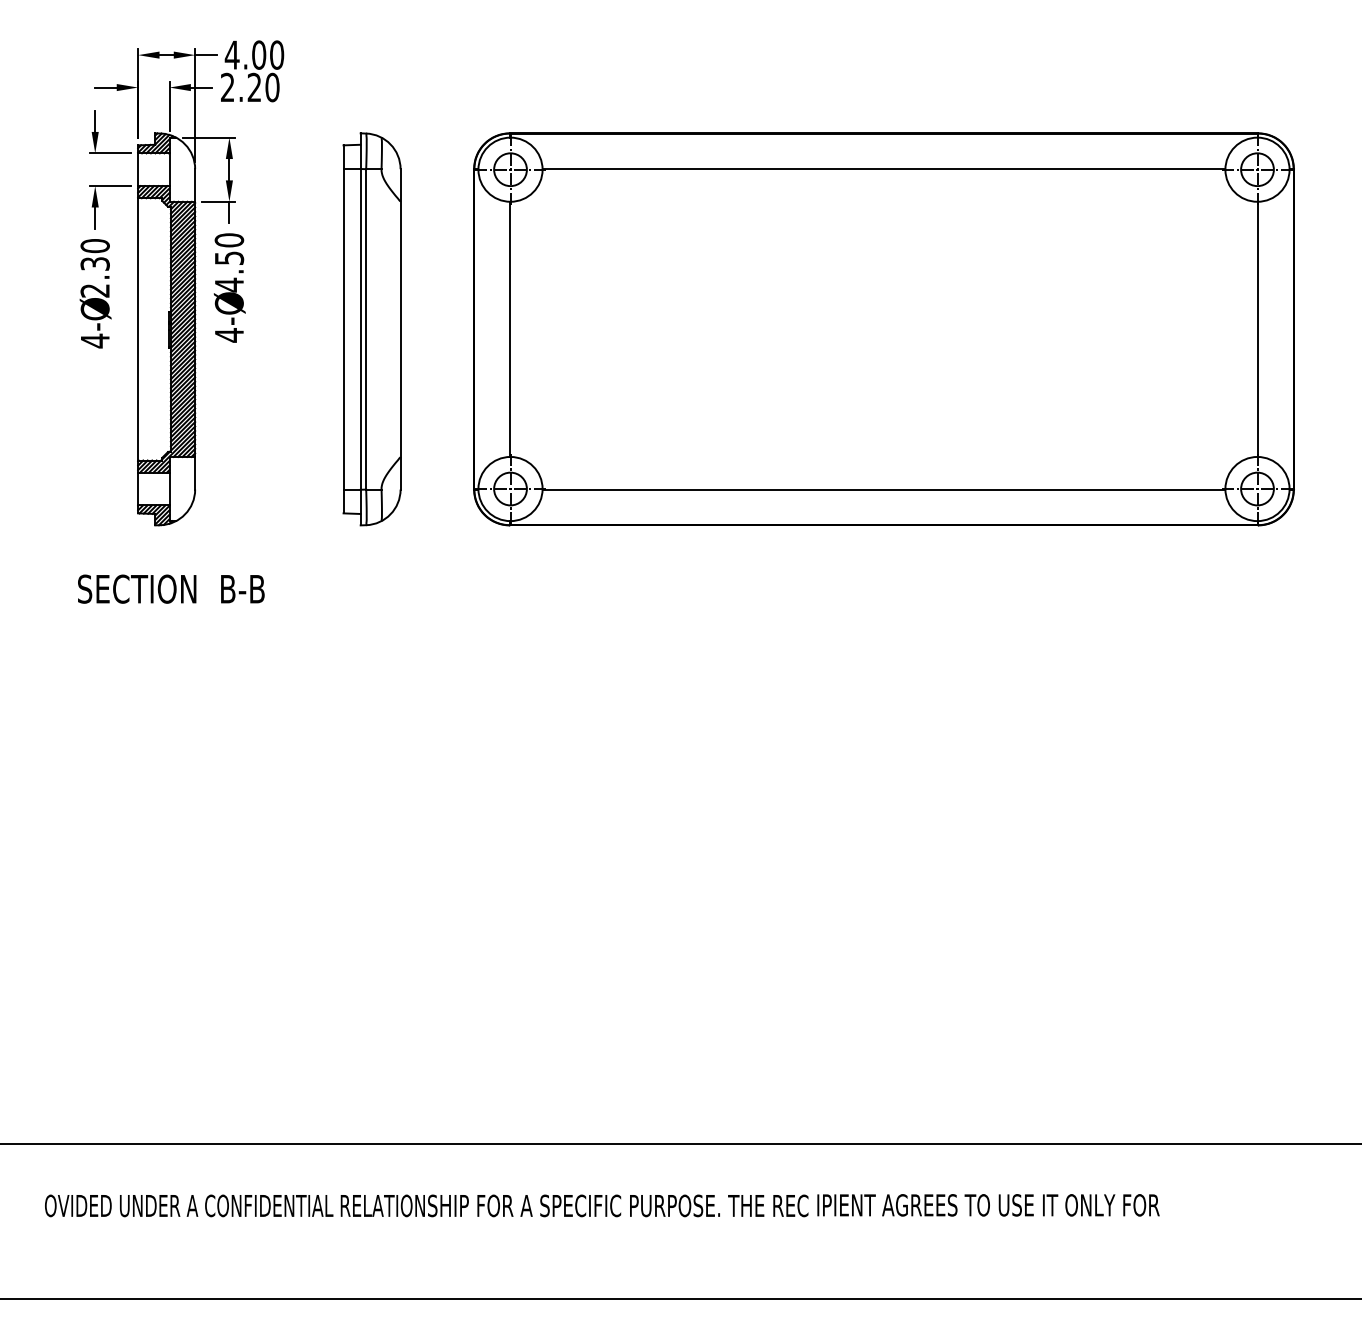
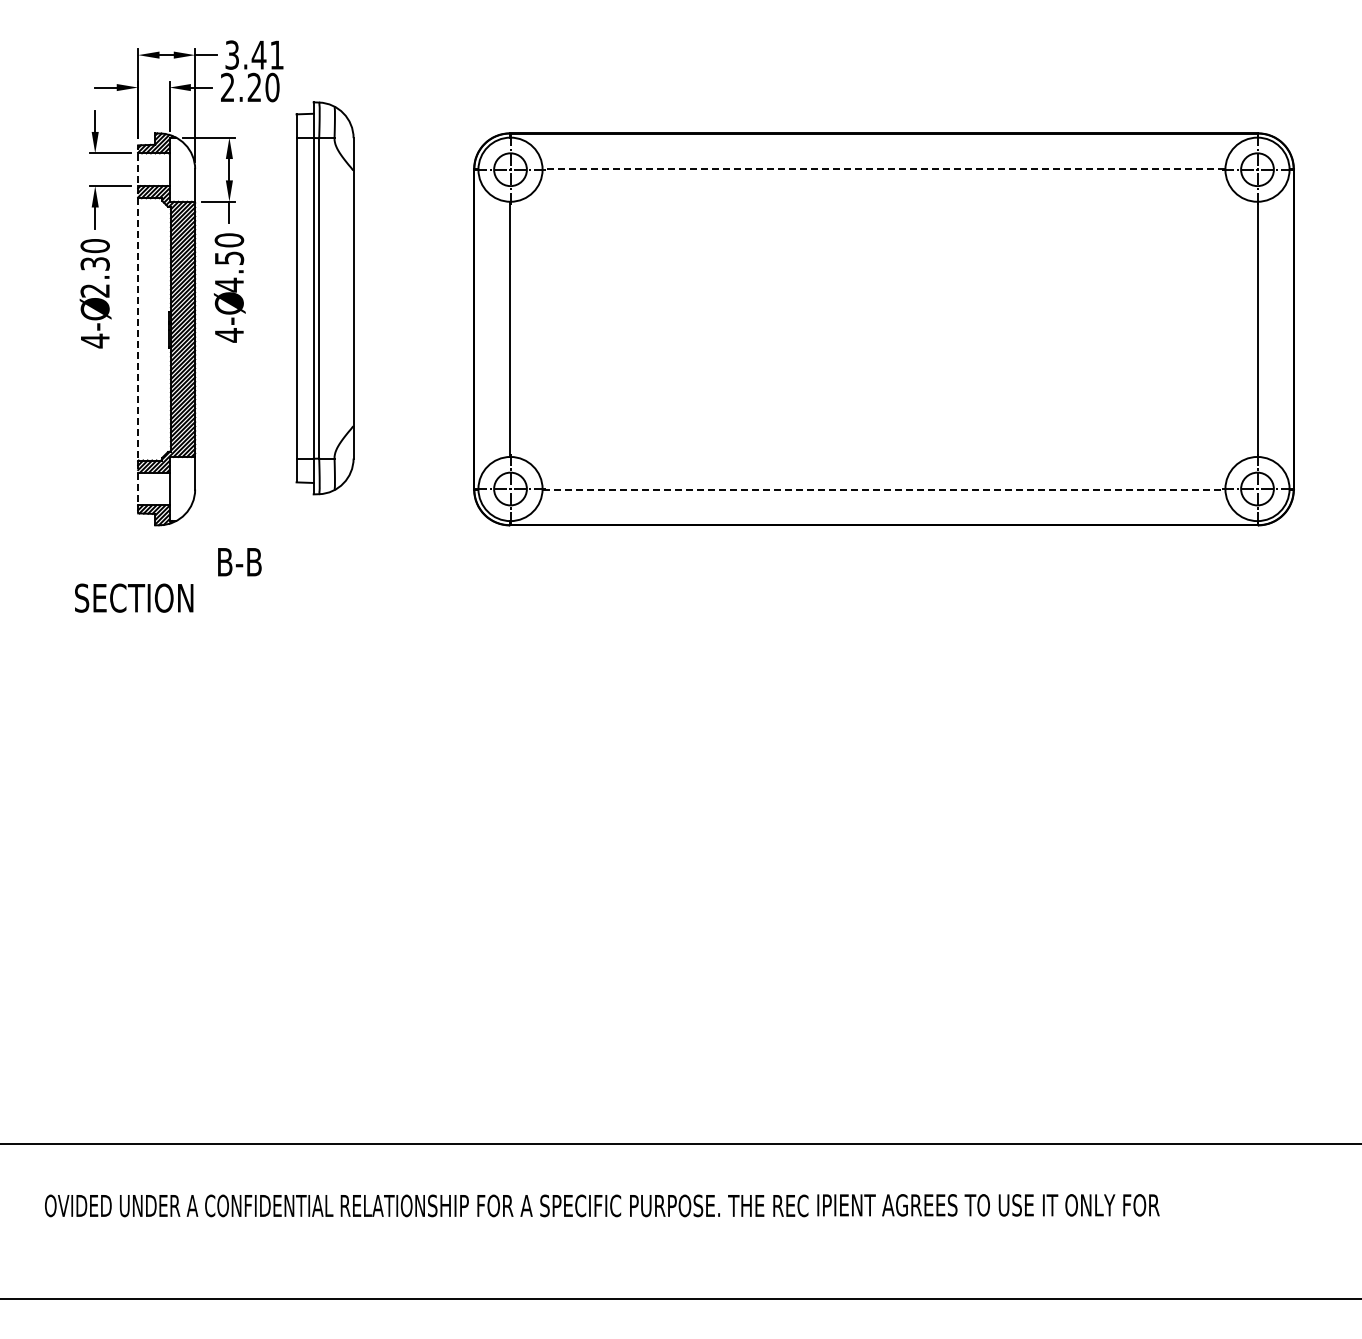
text at (254, 54): 4.00 -> 3.41
line at (883, 169): solid -> dashed
line at (138, 328): solid -> dashed
part at (371, 329) position: (371, 329) -> (324, 298)
line at (884, 489): solid -> dashed
text at (137, 588) position: (137, 588) -> (134, 597)
text at (242, 589) position: (242, 589) -> (239, 562)
